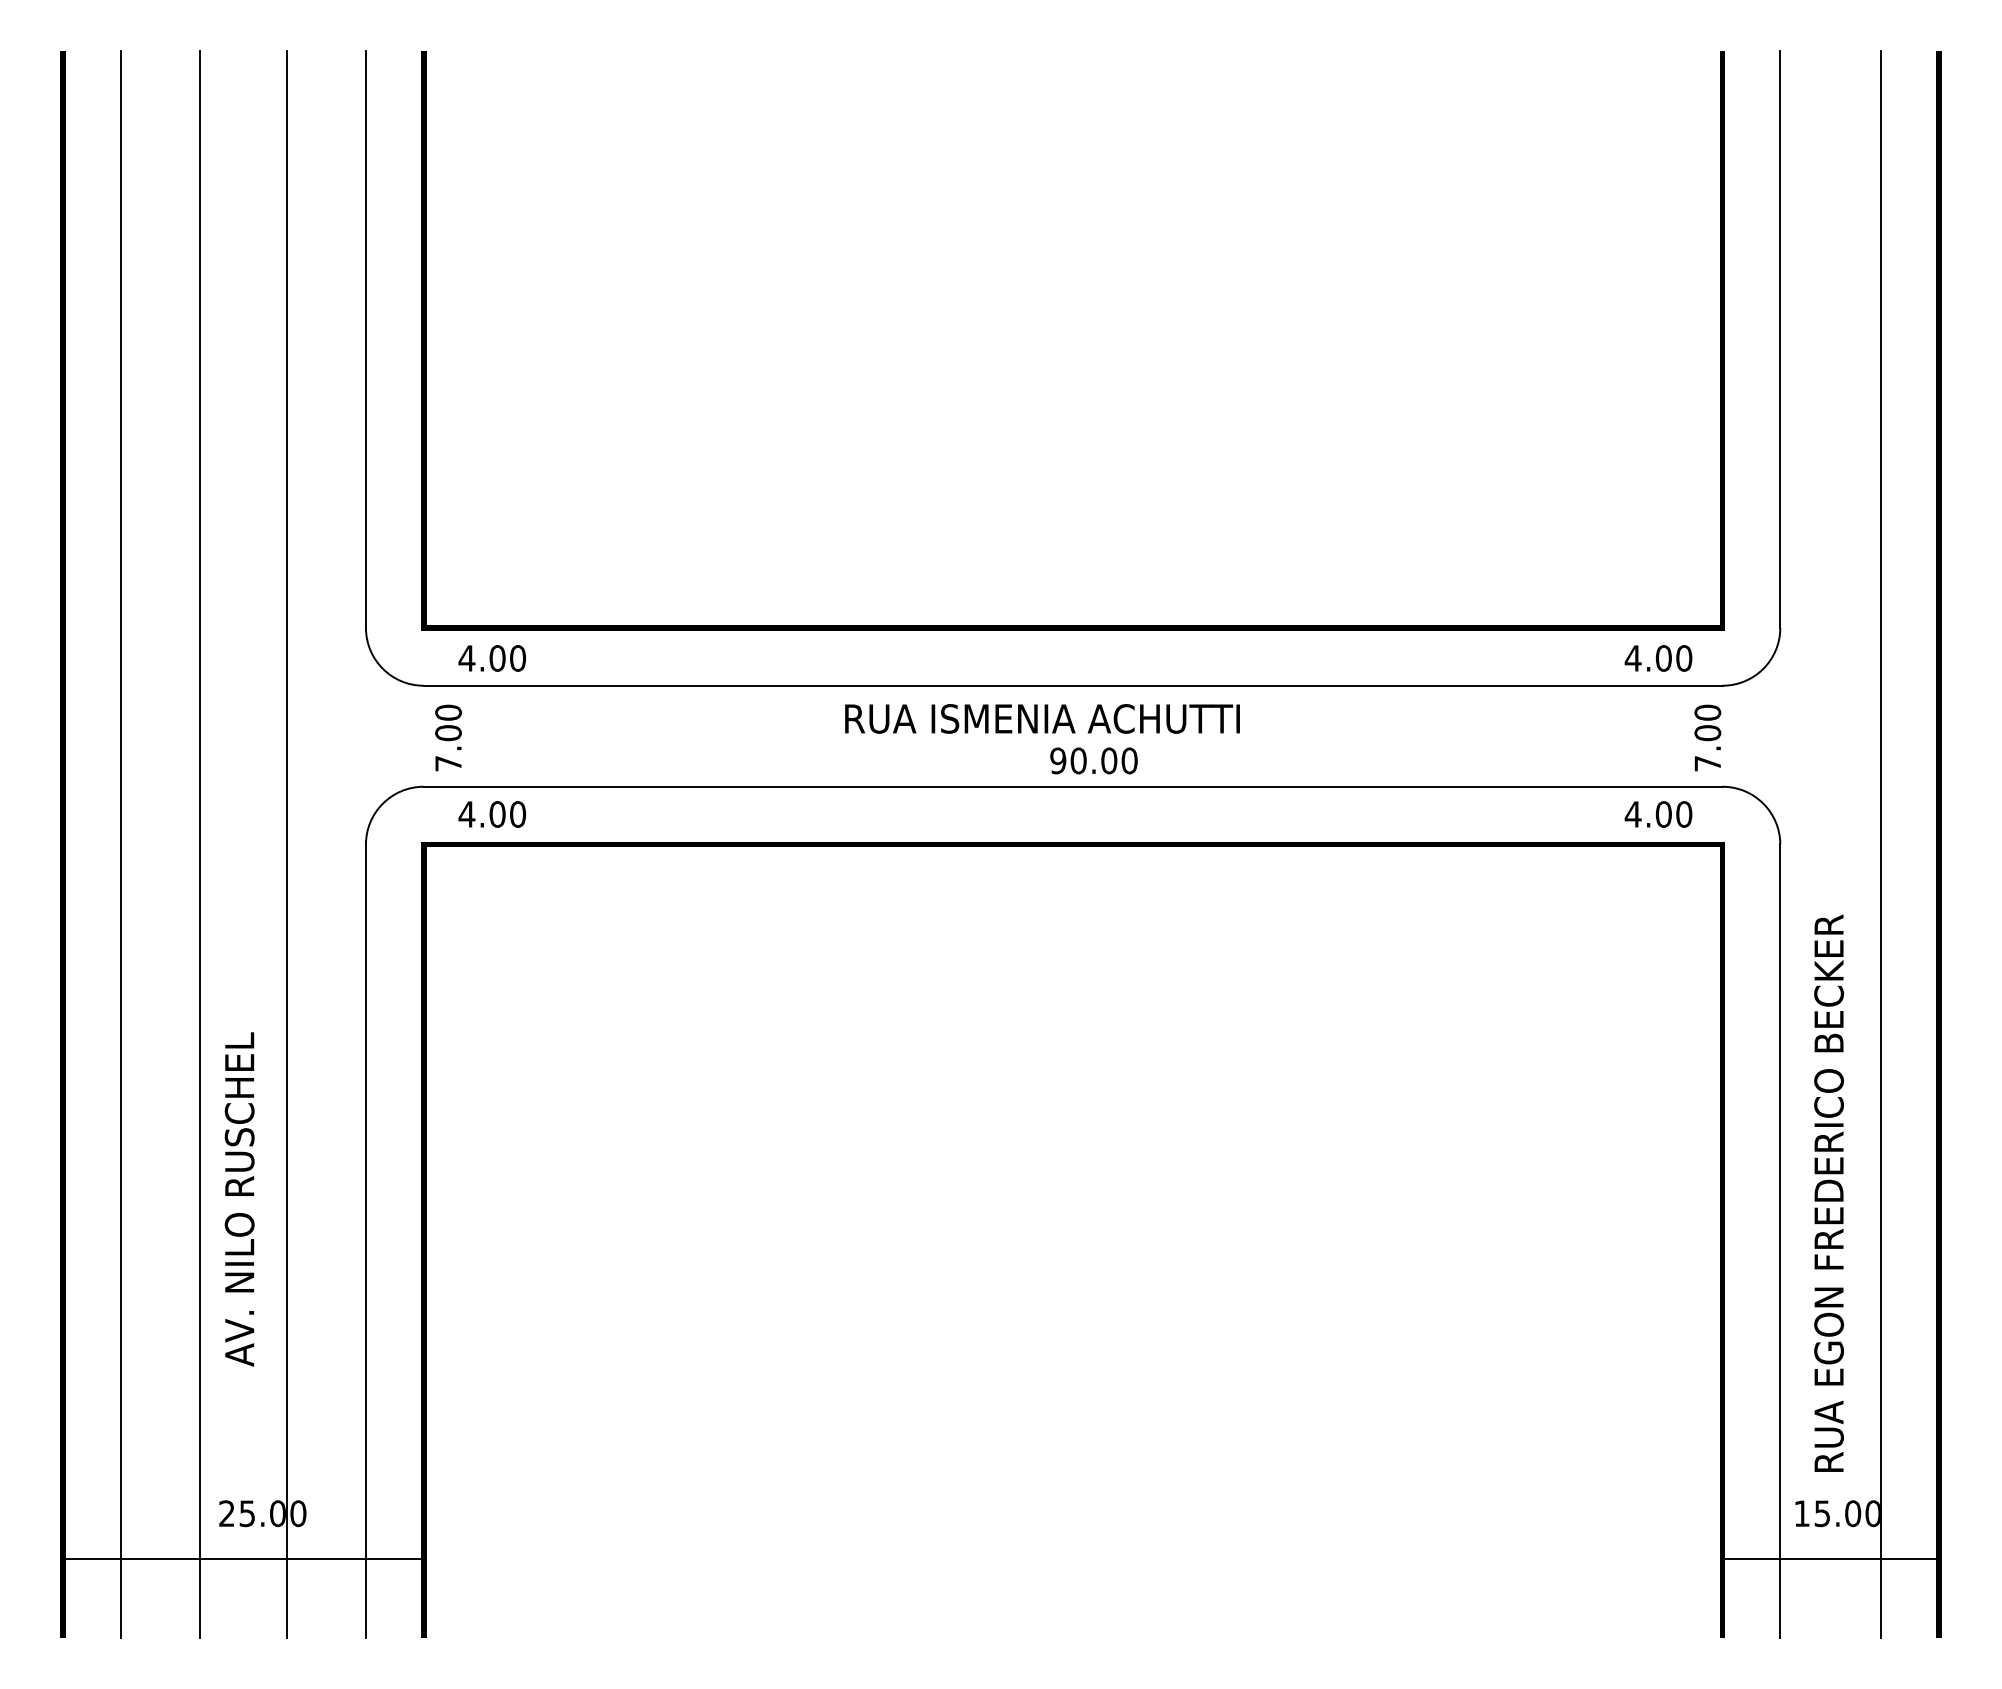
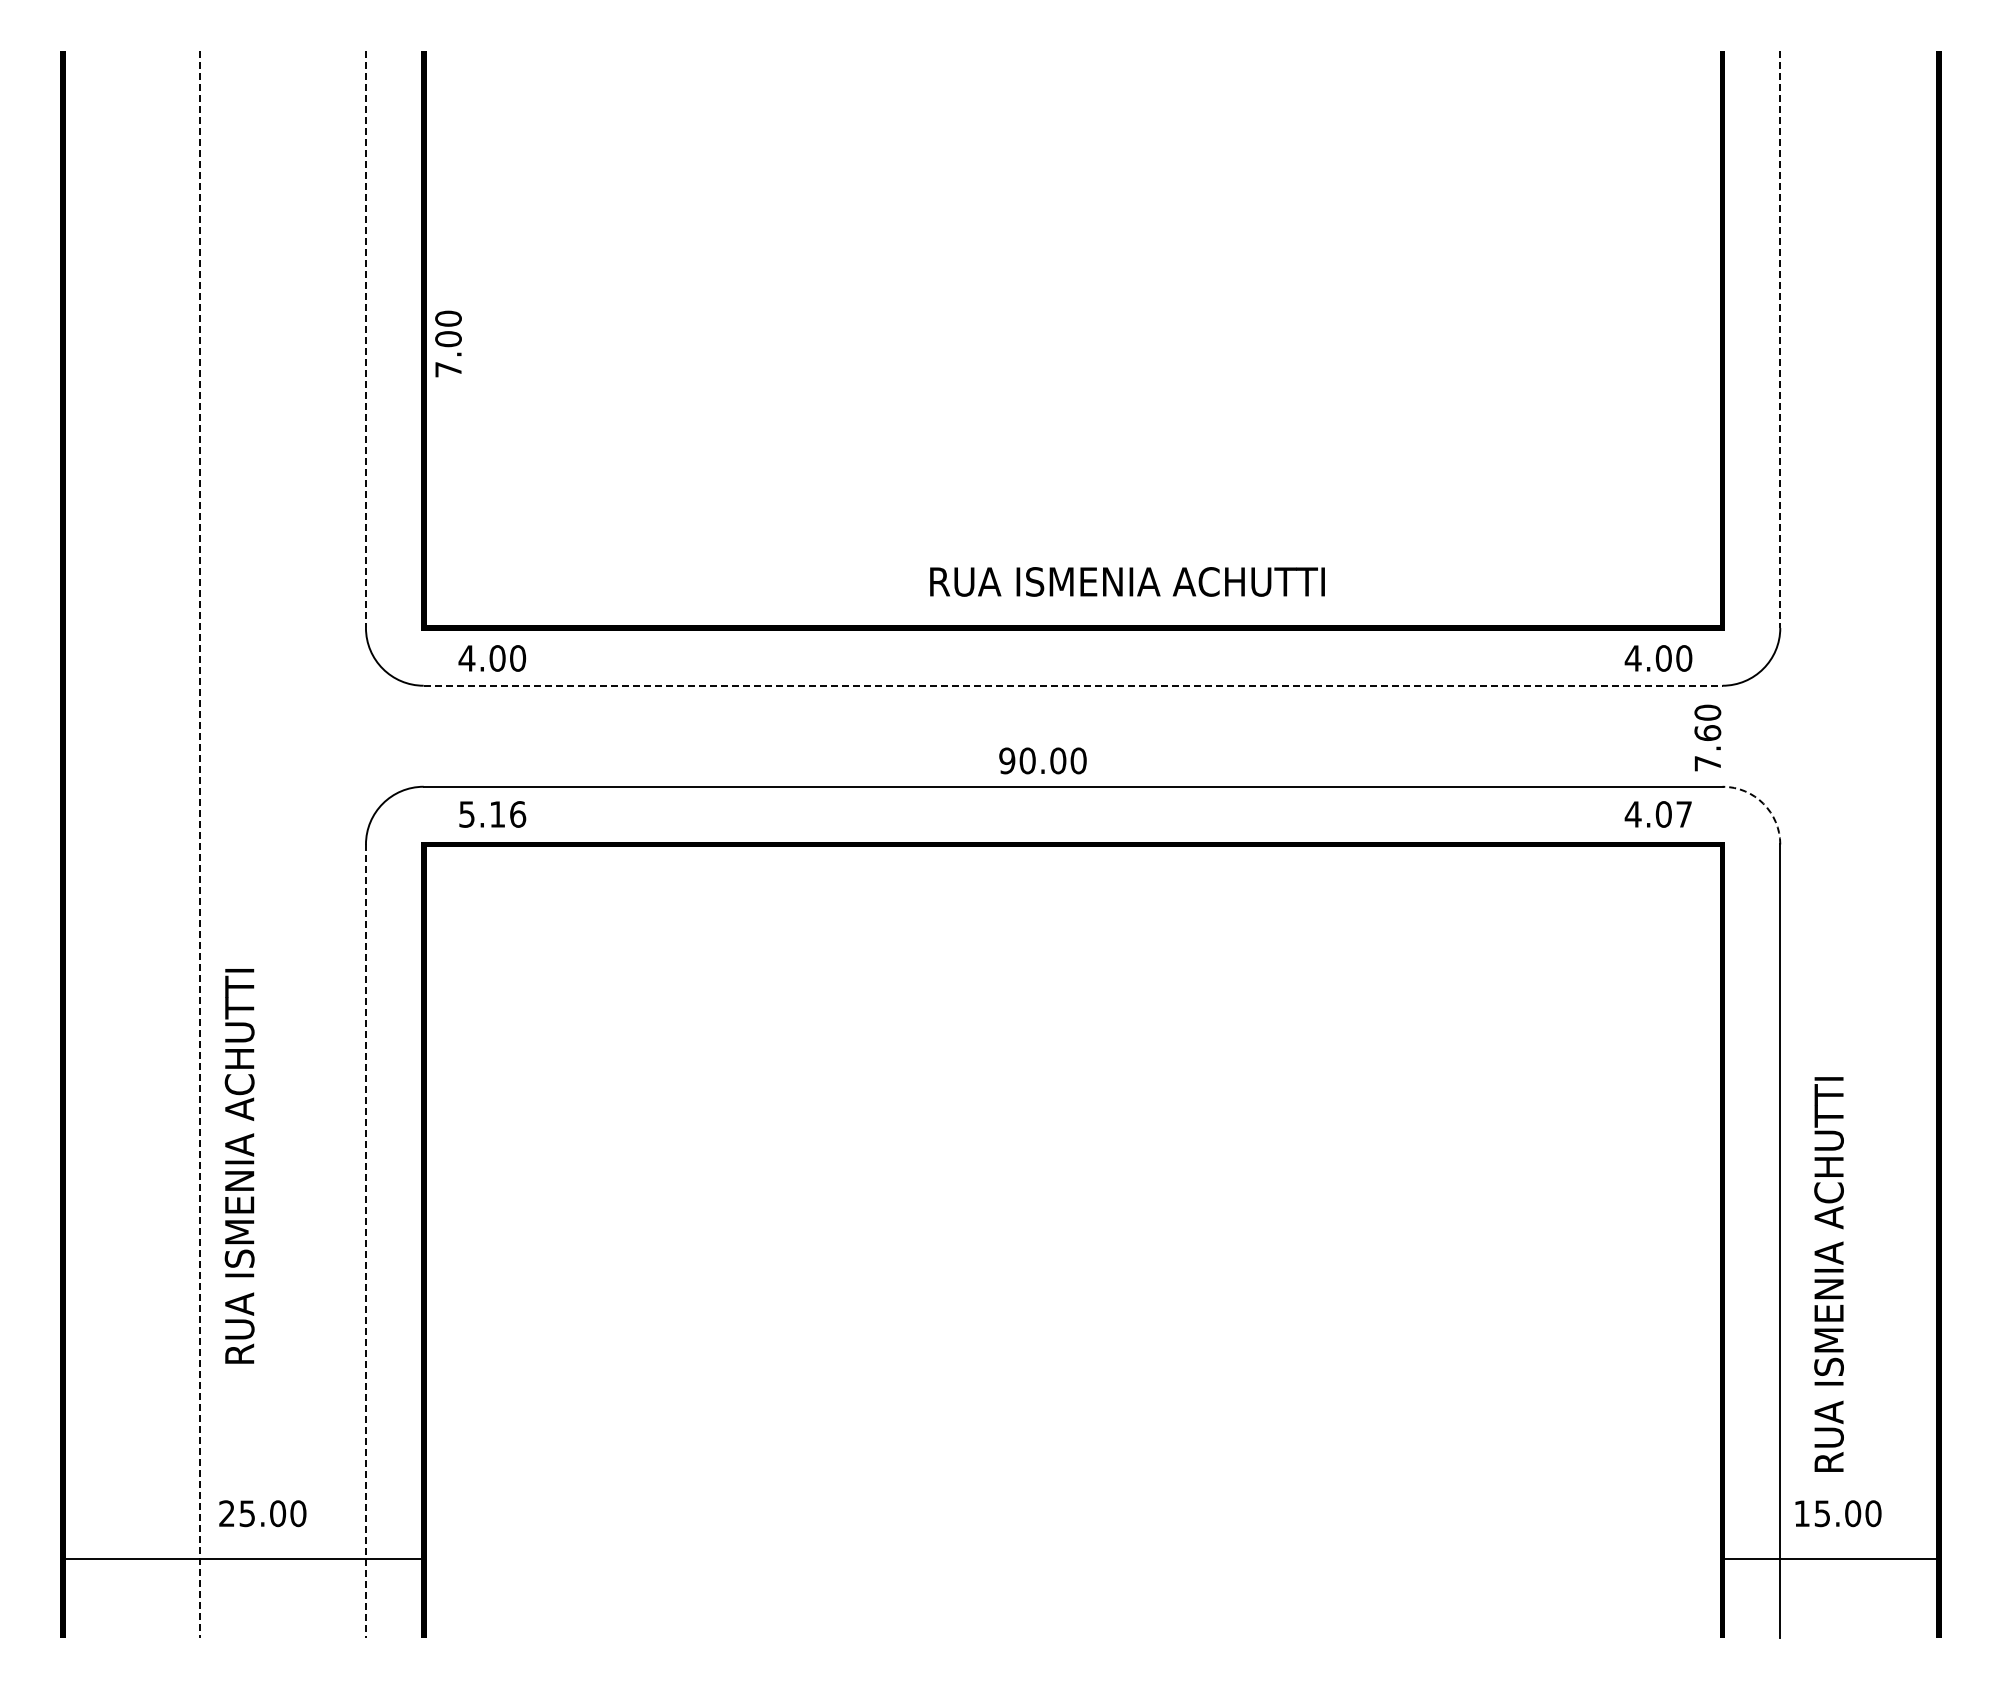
line at (365, 339): solid -> dashed
line at (1780, 339): solid -> dashed
line at (1073, 685): solid -> dashed
text at (1042, 718) position: (1042, 718) -> (1127, 581)
text at (1707, 733): 7.00 -> 7.60
text at (448, 737) position: (448, 737) -> (448, 343)
text at (1093, 760) position: (1093, 760) -> (1042, 760)
arc at (1763, 803): solid -> dashed
text at (492, 814): 4.00 -> 5.16
text at (1684, 814): 4.00 -> 4.07
line at (120, 844): present -> none
line at (200, 844): solid -> dashed
line at (286, 844): present -> none
line at (1881, 844): present -> none
text at (1828, 1147): RUA EGON FREDERICO BECKER -> RUA ISMENIA ACHUTTI
text at (239, 1167): AV. NILO RUSCHEL -> RUA ISMENIA ACHUTTI
line at (365, 1241): solid -> dashed
